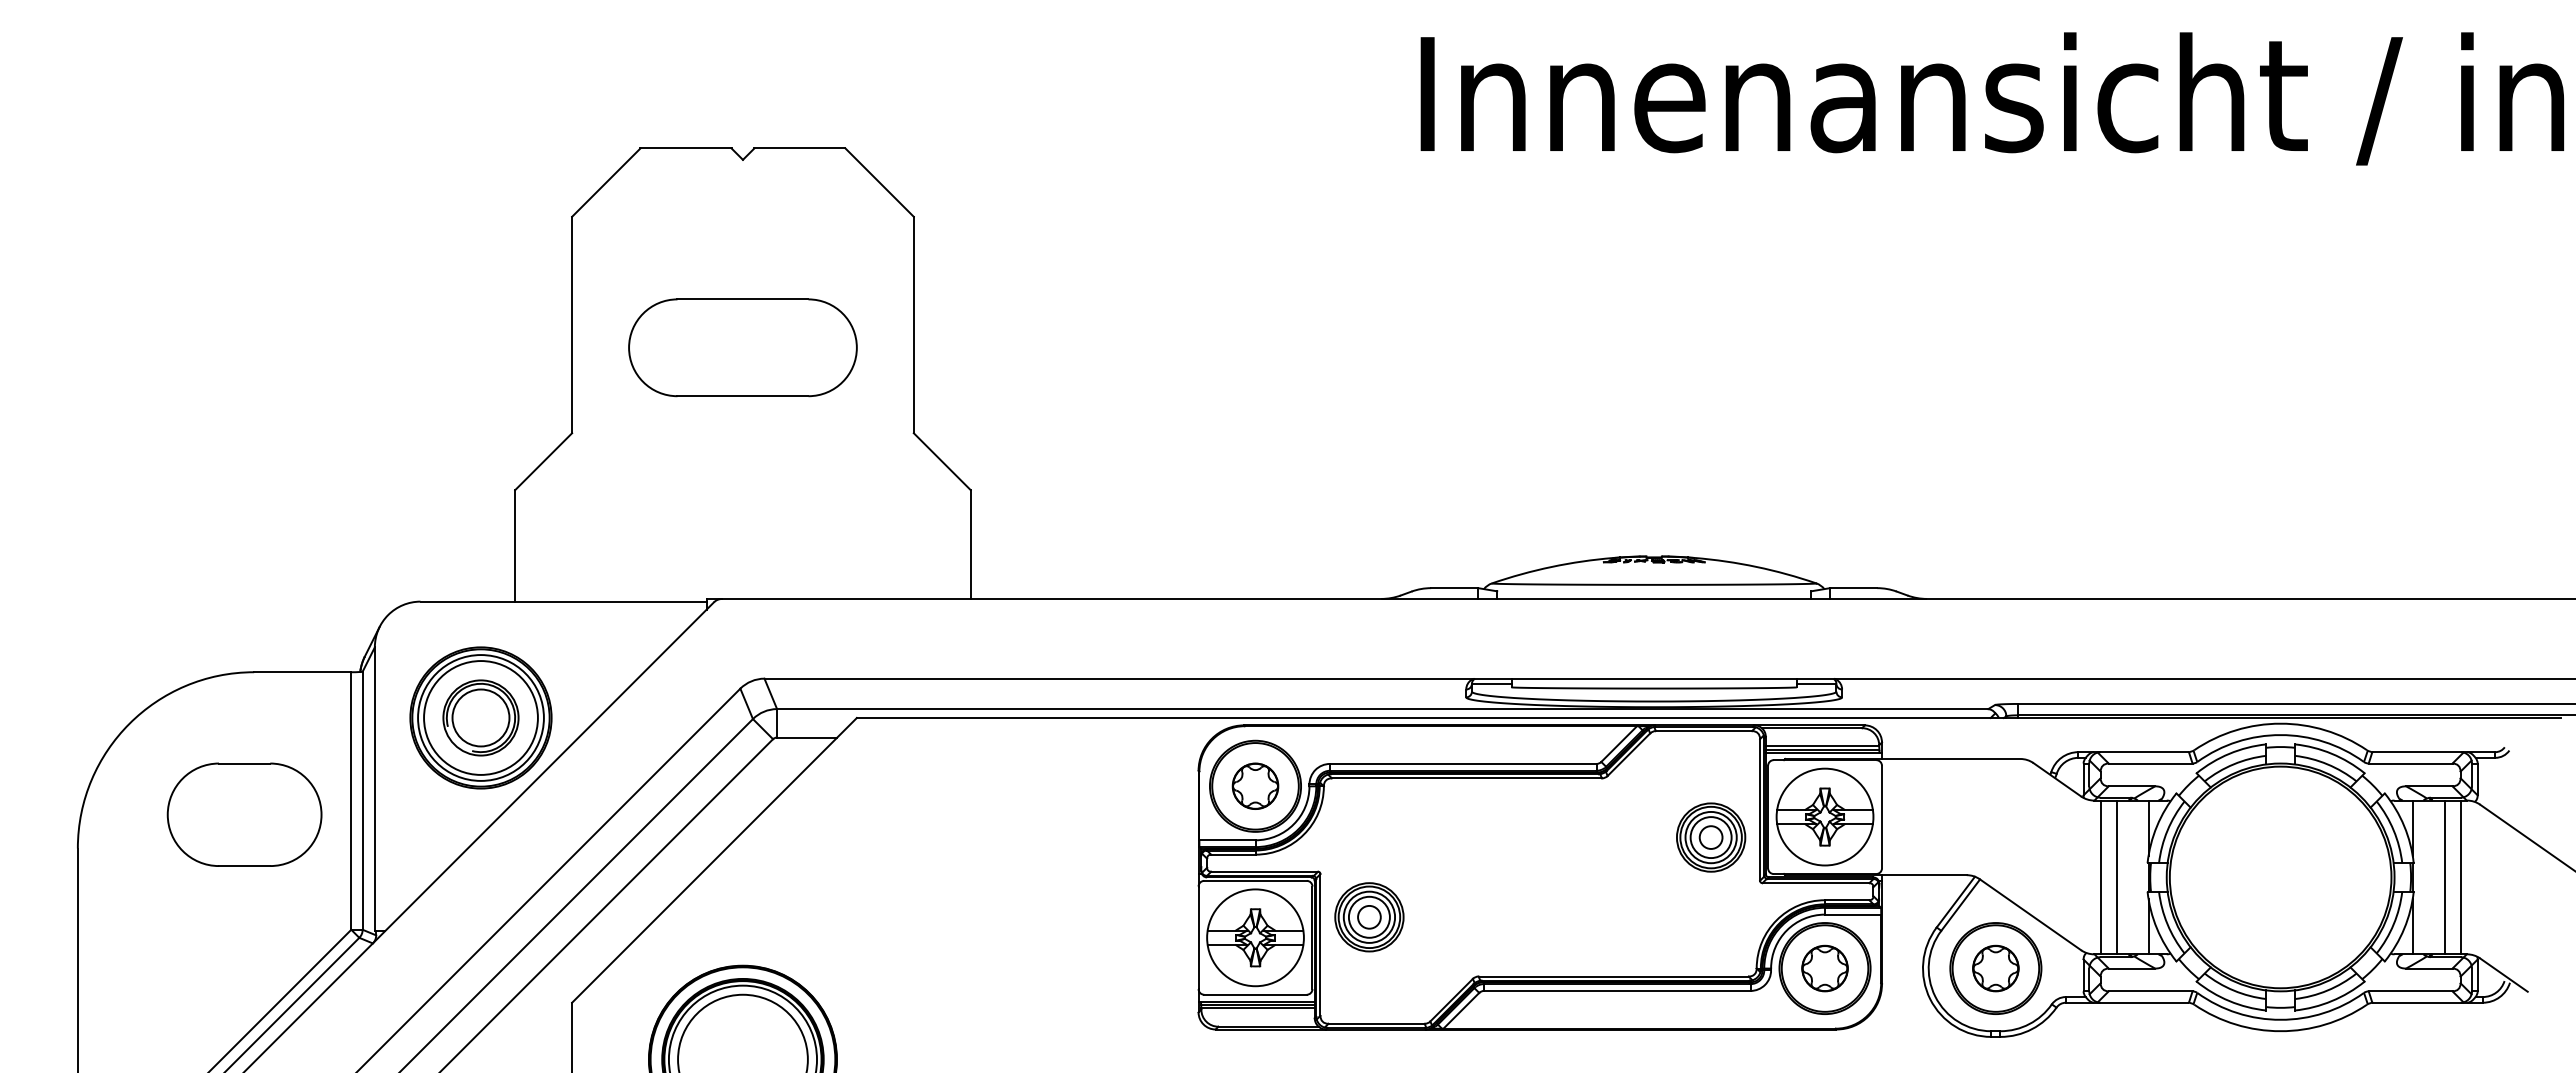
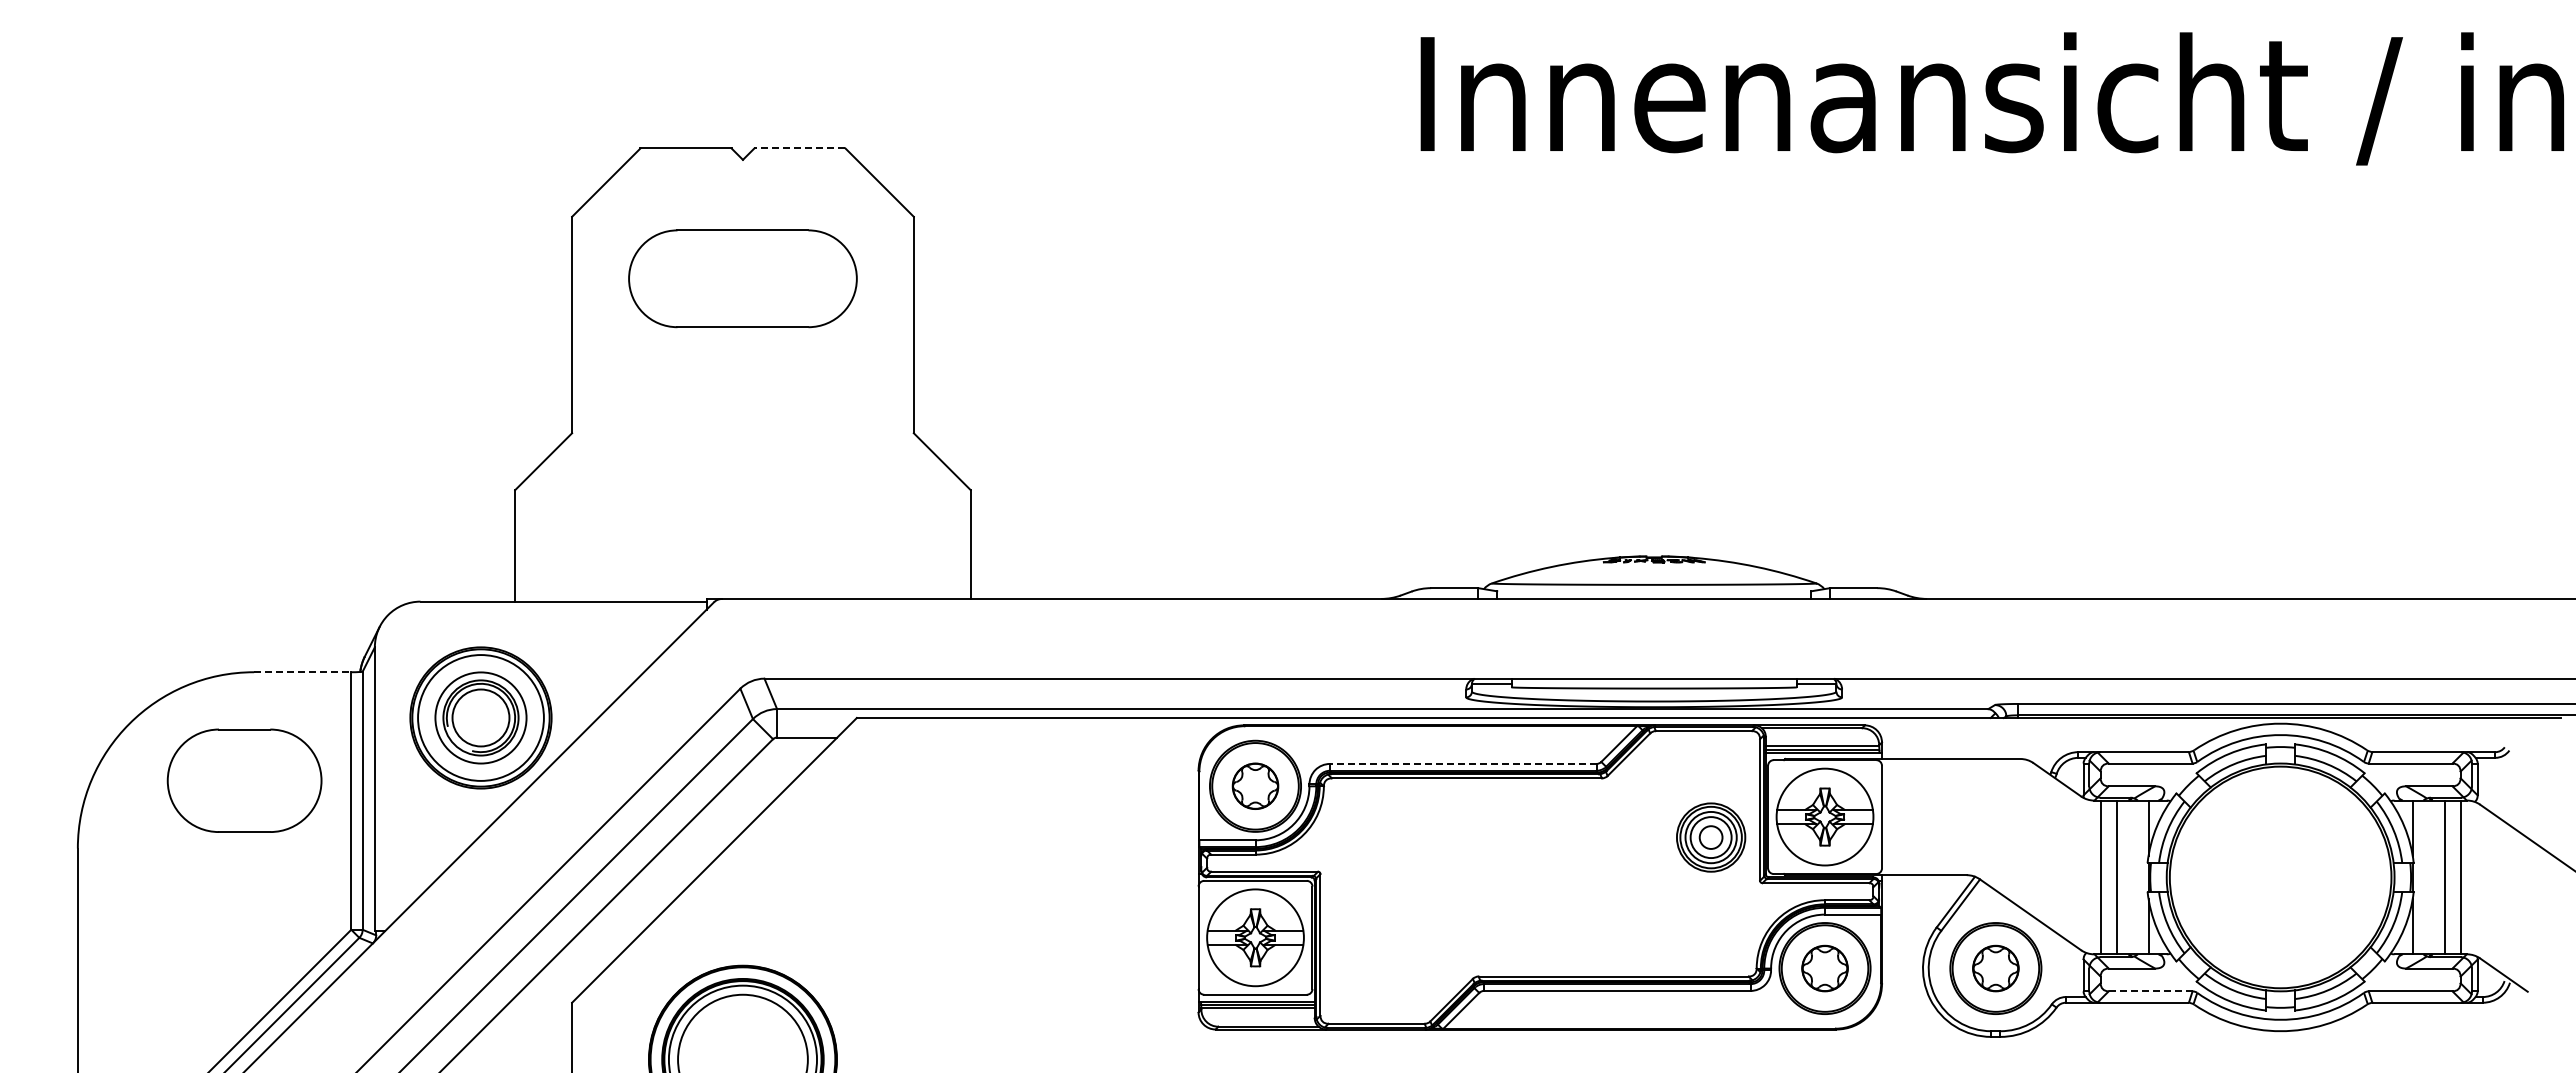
line at (799, 148): solid -> dashed
part at (742, 347) position: (742, 347) -> (742, 278)
line at (302, 672): solid -> dashed
circle at (480, 717) diameter: 114 px -> 91 px
line at (1462, 763): solid -> dashed
part at (244, 814) position: (244, 814) -> (244, 780)
part at (1369, 917): present -> none
line at (2150, 991): solid -> dashed
